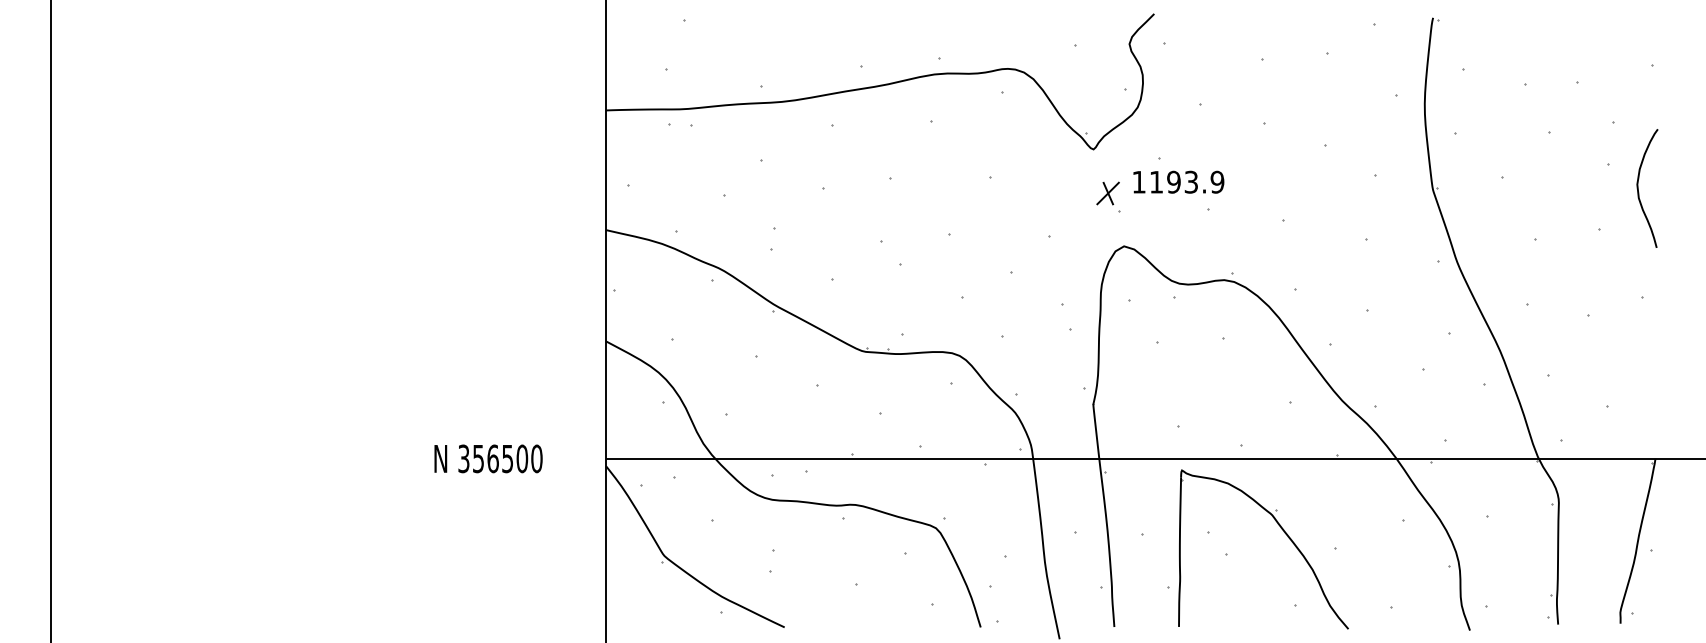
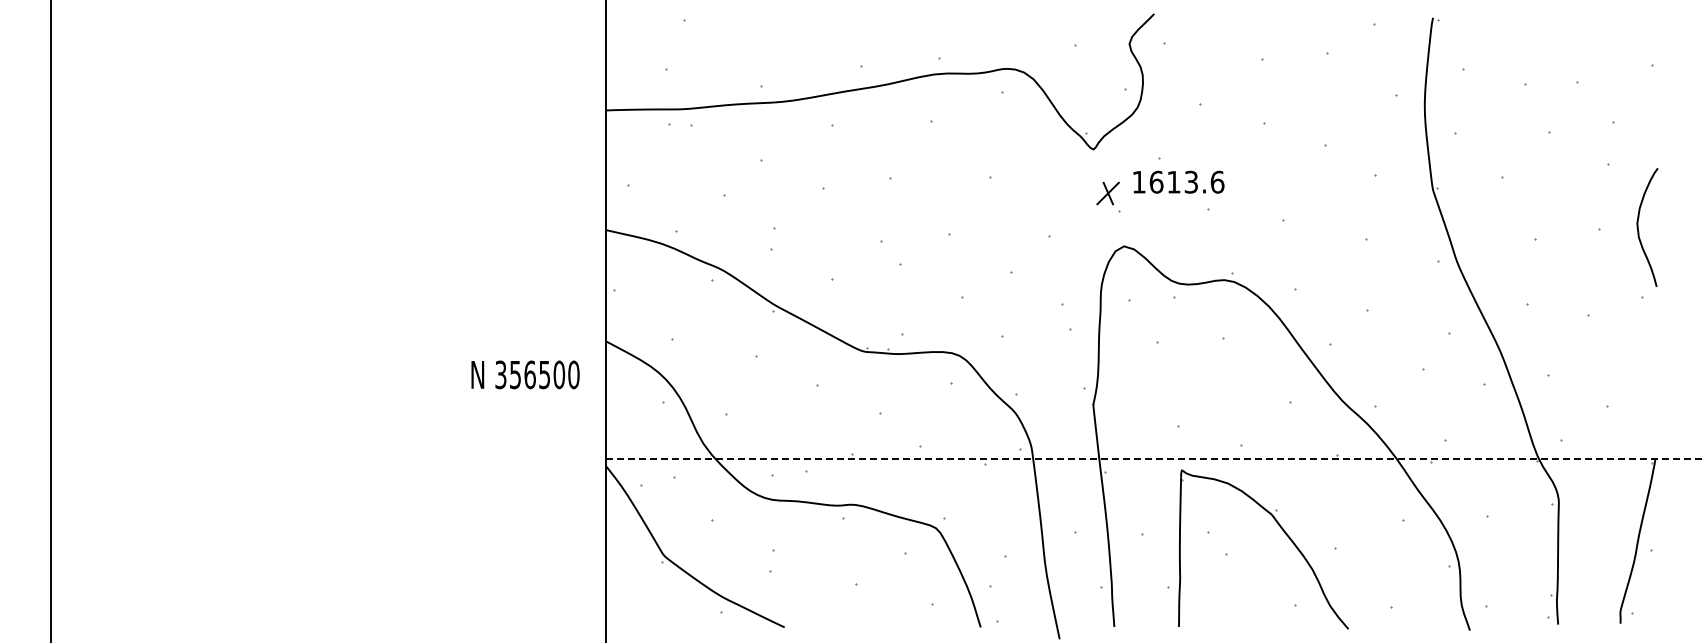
text at (1186, 181): 1193.9 -> 1613.6
curve at (1639, 192) position: (1639, 192) -> (1639, 231)
text at (488, 458) position: (488, 458) -> (525, 374)
line at (1155, 458): solid -> dashed
